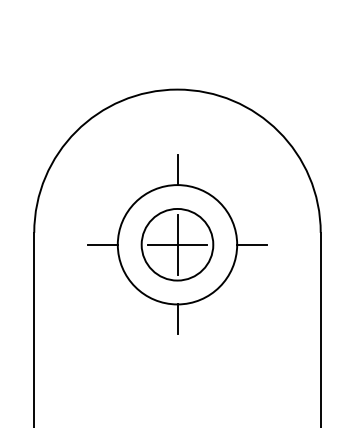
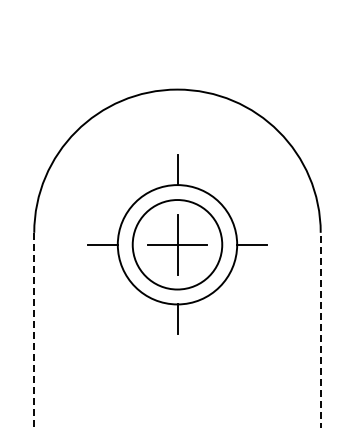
circle at (177, 244) diameter: 72 px -> 90 px
line at (320, 329): solid -> dashed
line at (34, 330): solid -> dashed
